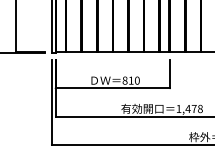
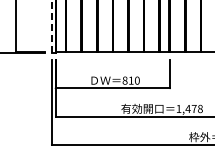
line at (51, 26): solid -> dashed
